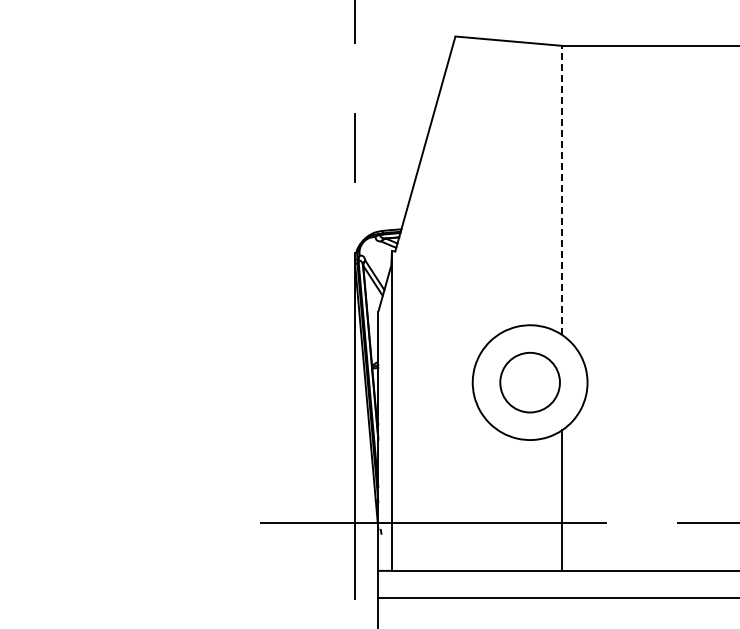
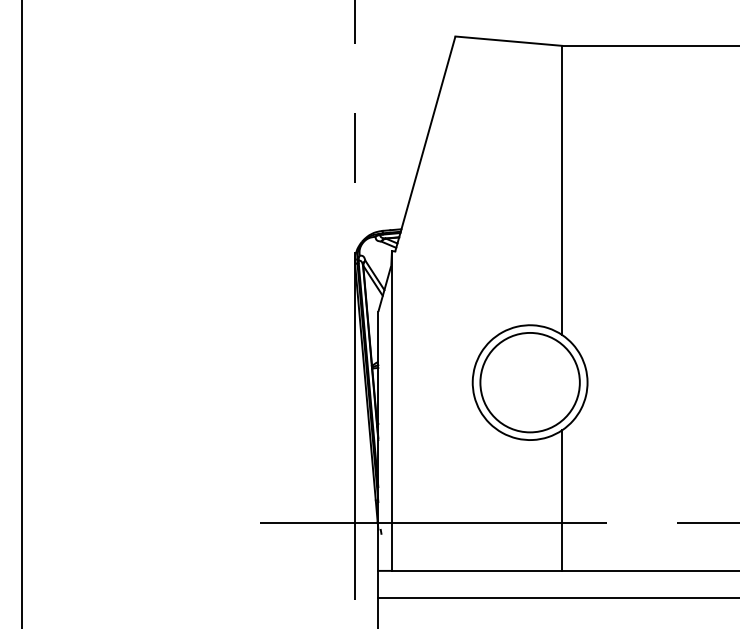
line at (562, 190): dashed -> solid
line at (22, 313): none -> present
circle at (529, 382) diameter: 60 px -> 99 px
